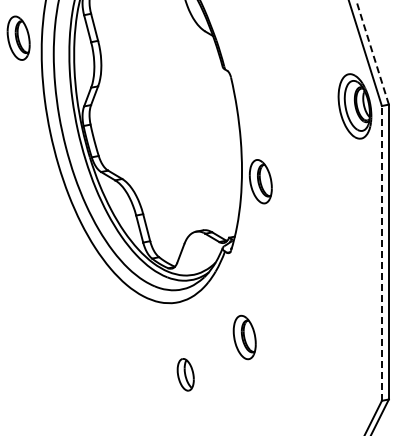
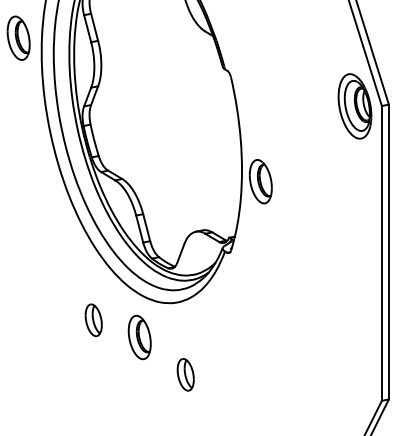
line at (372, 52): dashed -> solid
line at (381, 252): dashed -> solid
part at (93, 320): none -> present
part at (244, 337) position: (244, 337) -> (139, 337)
